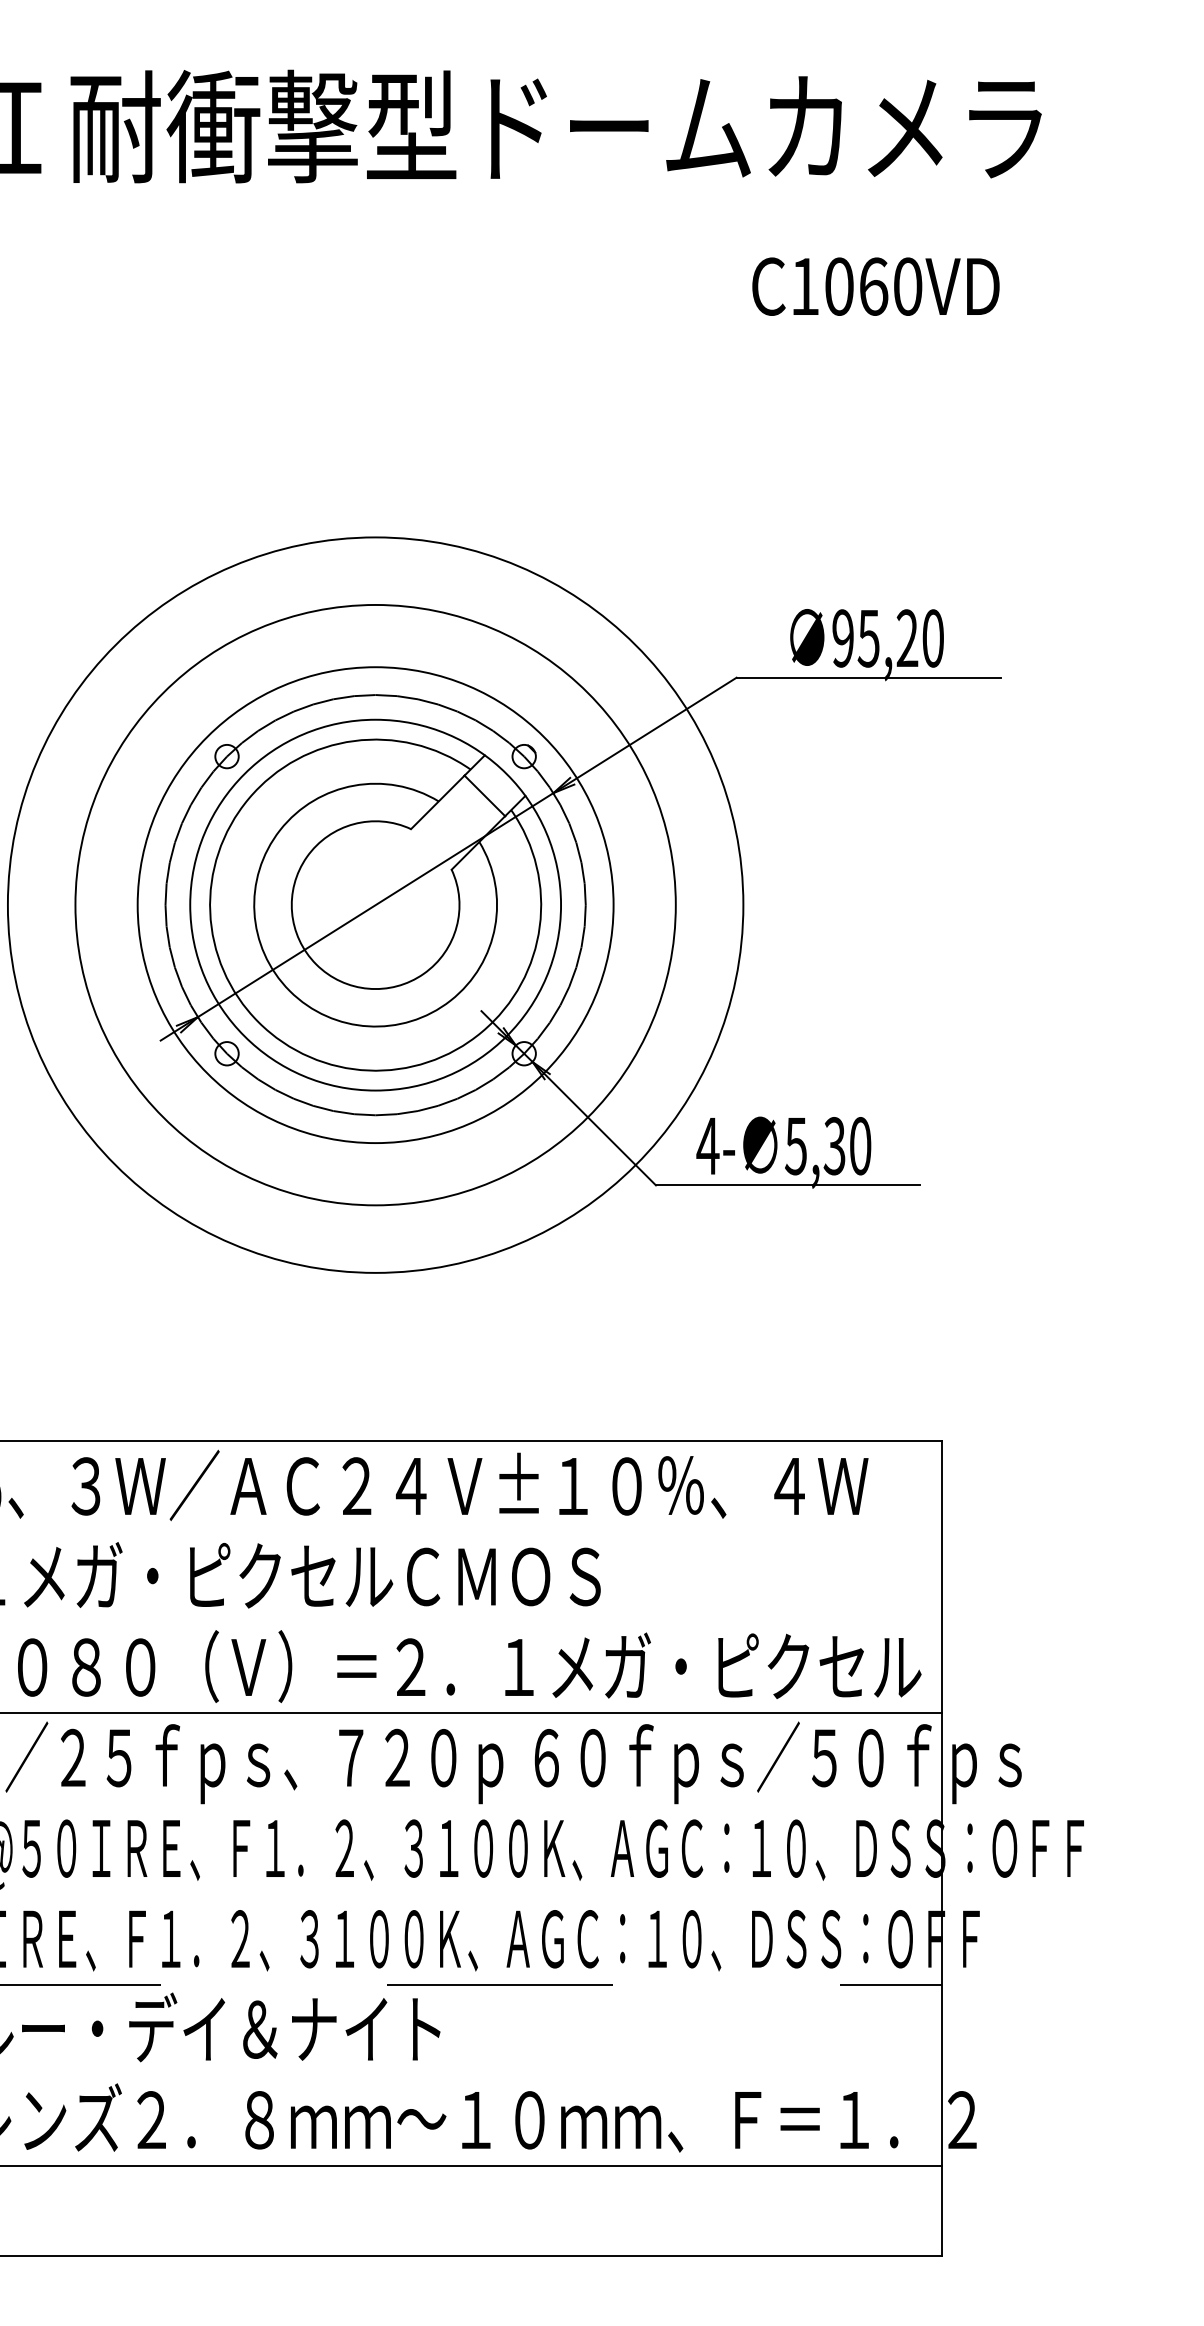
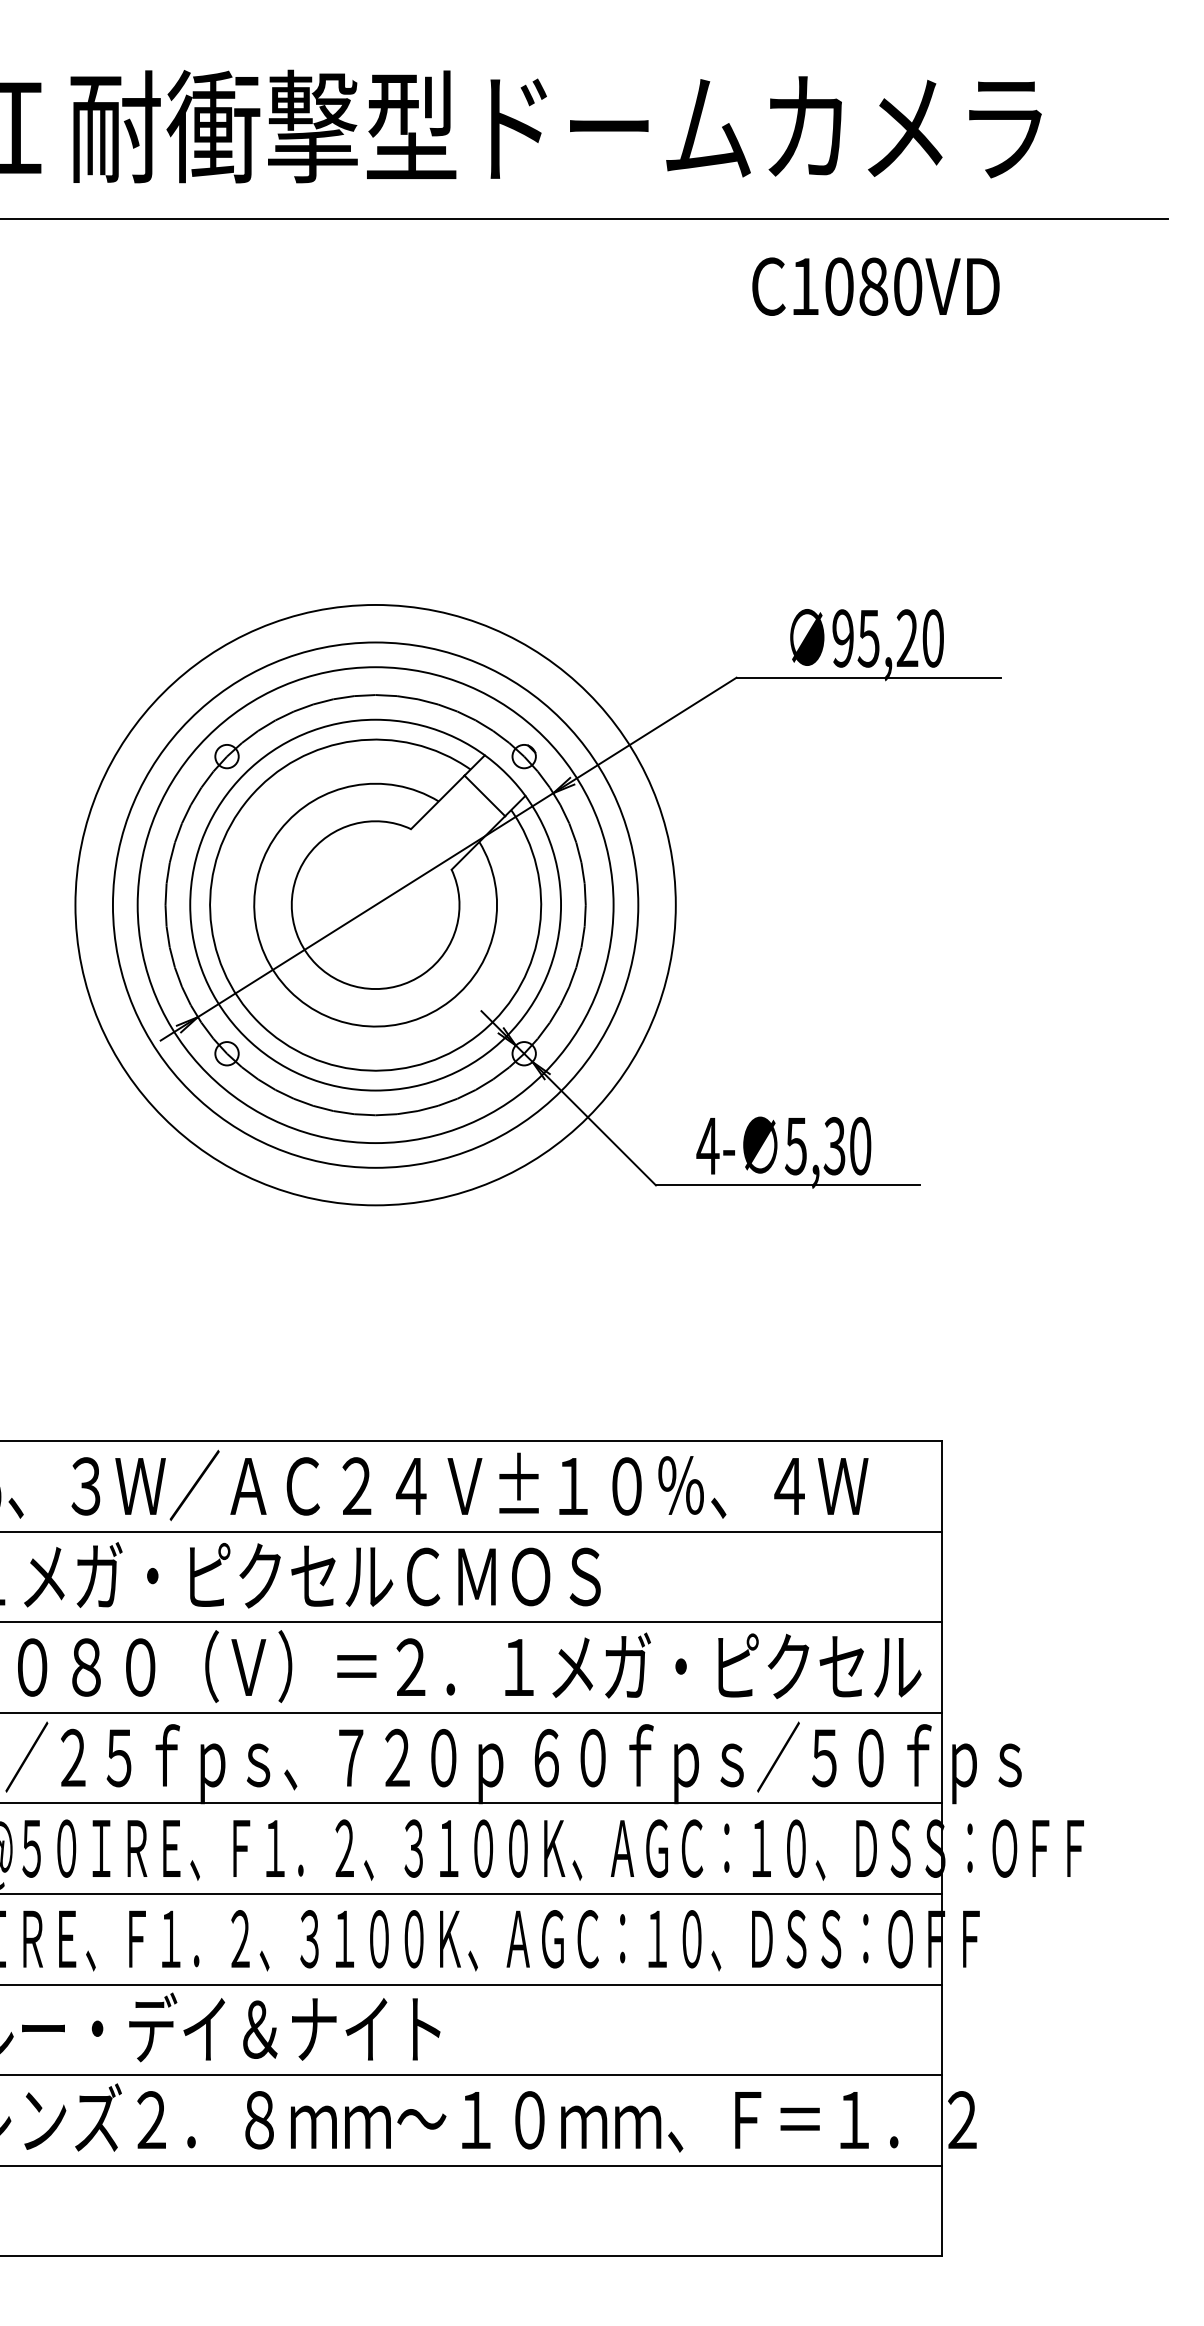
line at (584, 218): none -> present
text at (873, 286): C1060VD -> C1080VD
circle at (375, 904) diameter: 735 px -> 525 px
line at (471, 1531): none -> present
line at (471, 1622): none -> present
line at (471, 1803): none -> present
line at (471, 1894): none -> present
line at (470, 1984): dashed -> solid
line at (471, 2075): none -> present
